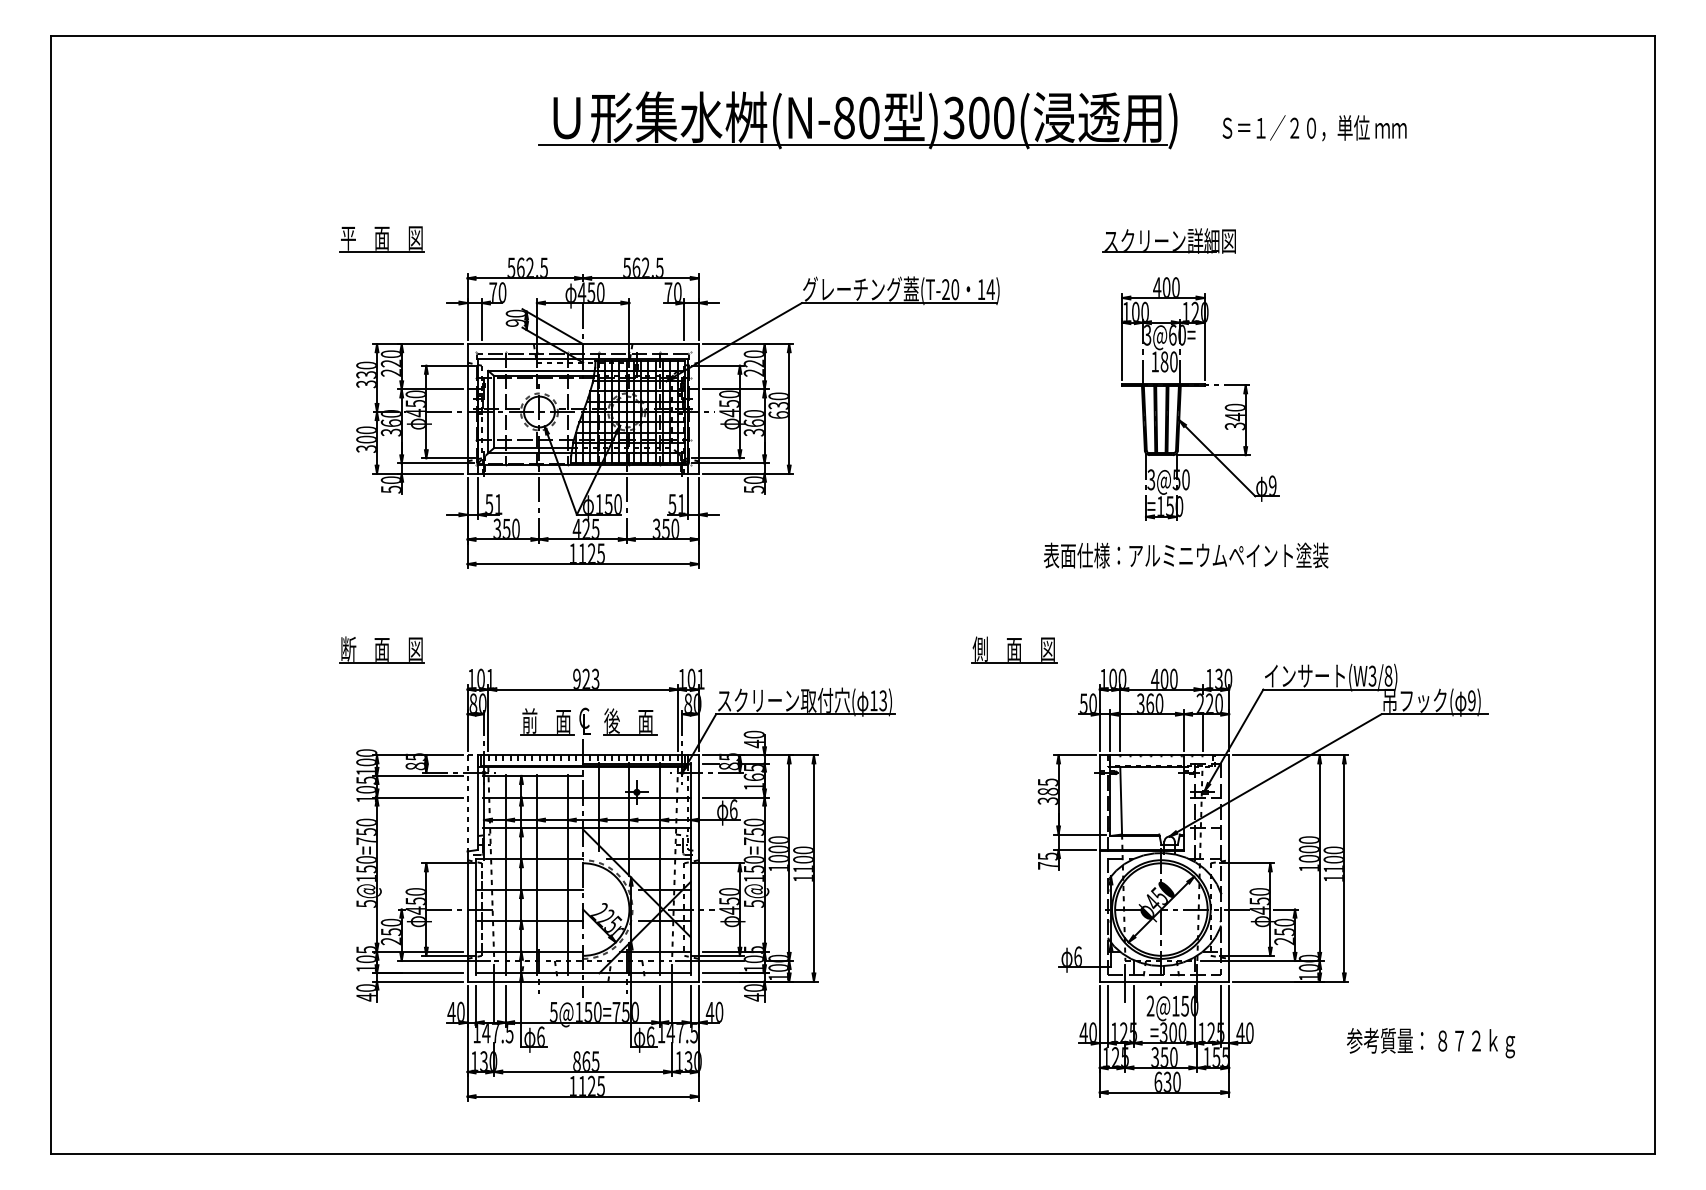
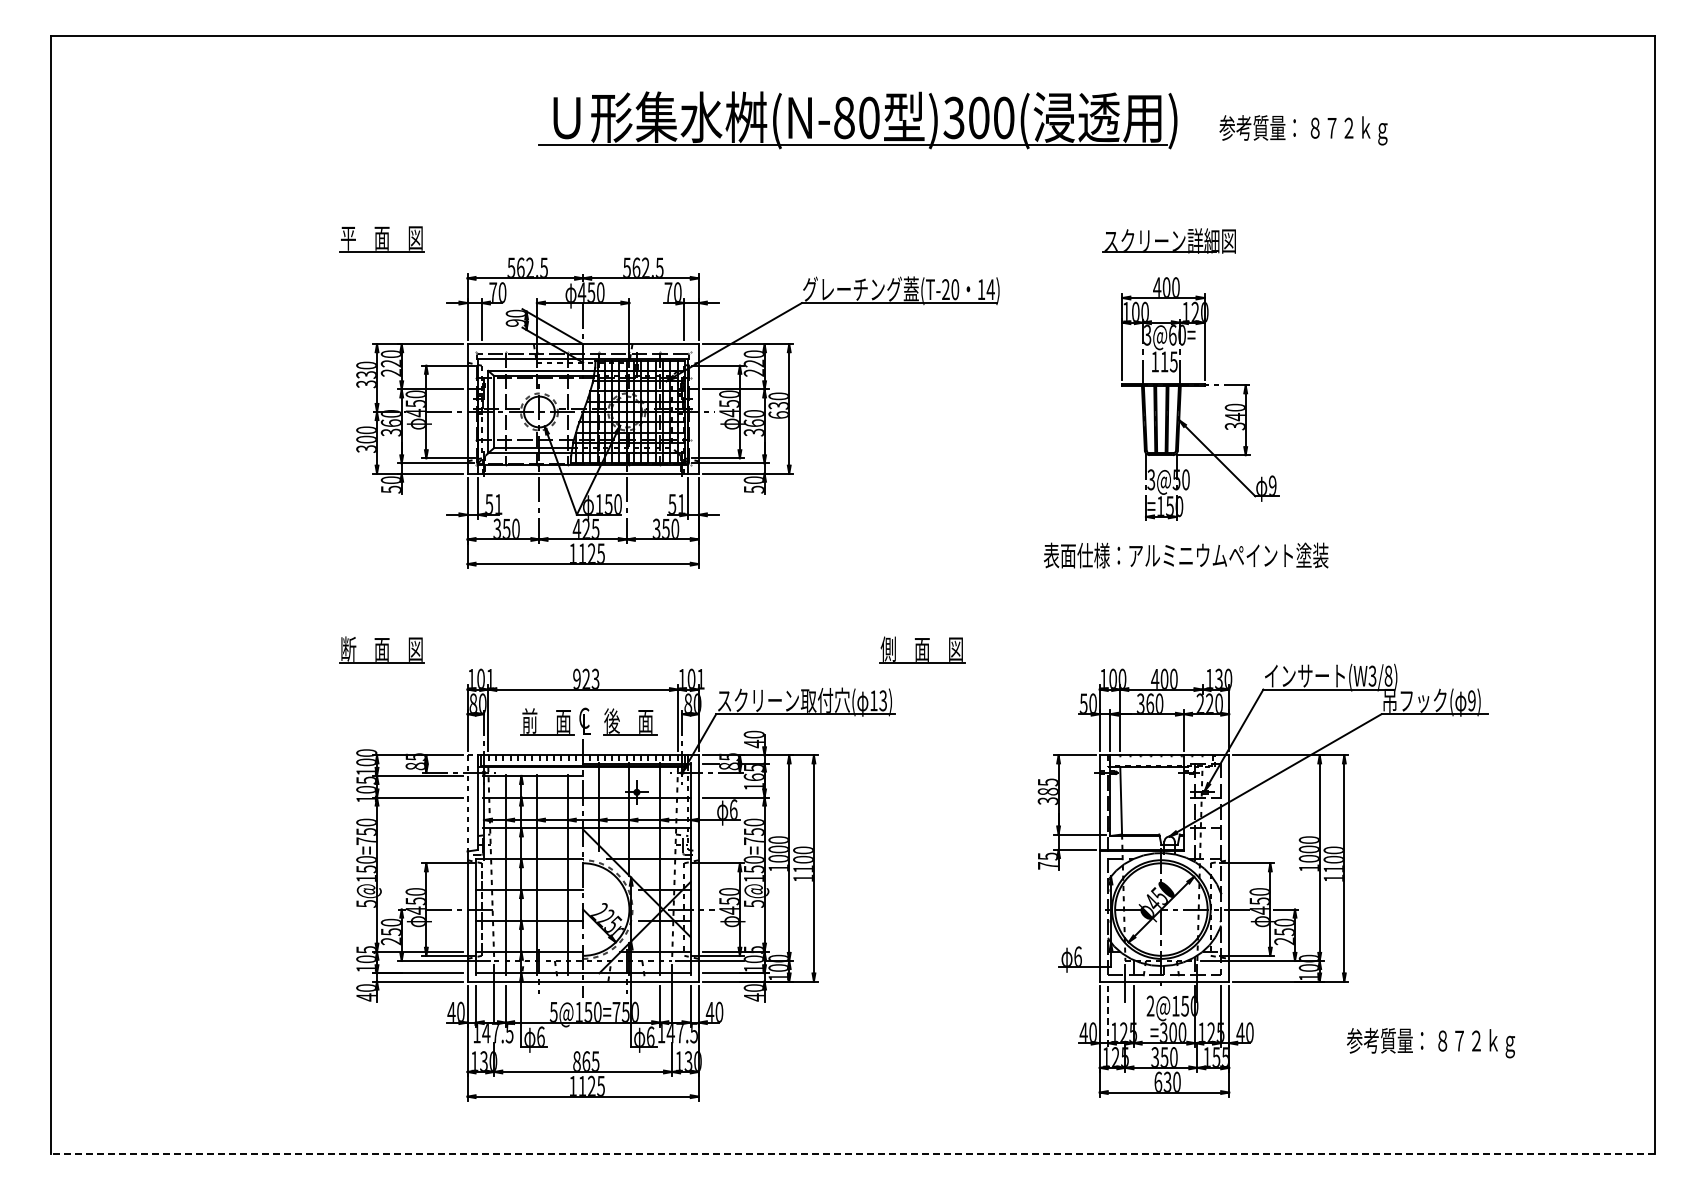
text at (1312, 130): Ｓ＝１／２０，単位 ｍｍ -> 参考質量： ８７２ｋｇ
text at (1168, 361): 180 -> 115
part at (1014, 649) position: (1014, 649) -> (922, 649)
line at (1202, 732): present -> none
line at (1107, 1016): solid -> dashed
line at (853, 1154): solid -> dashed
